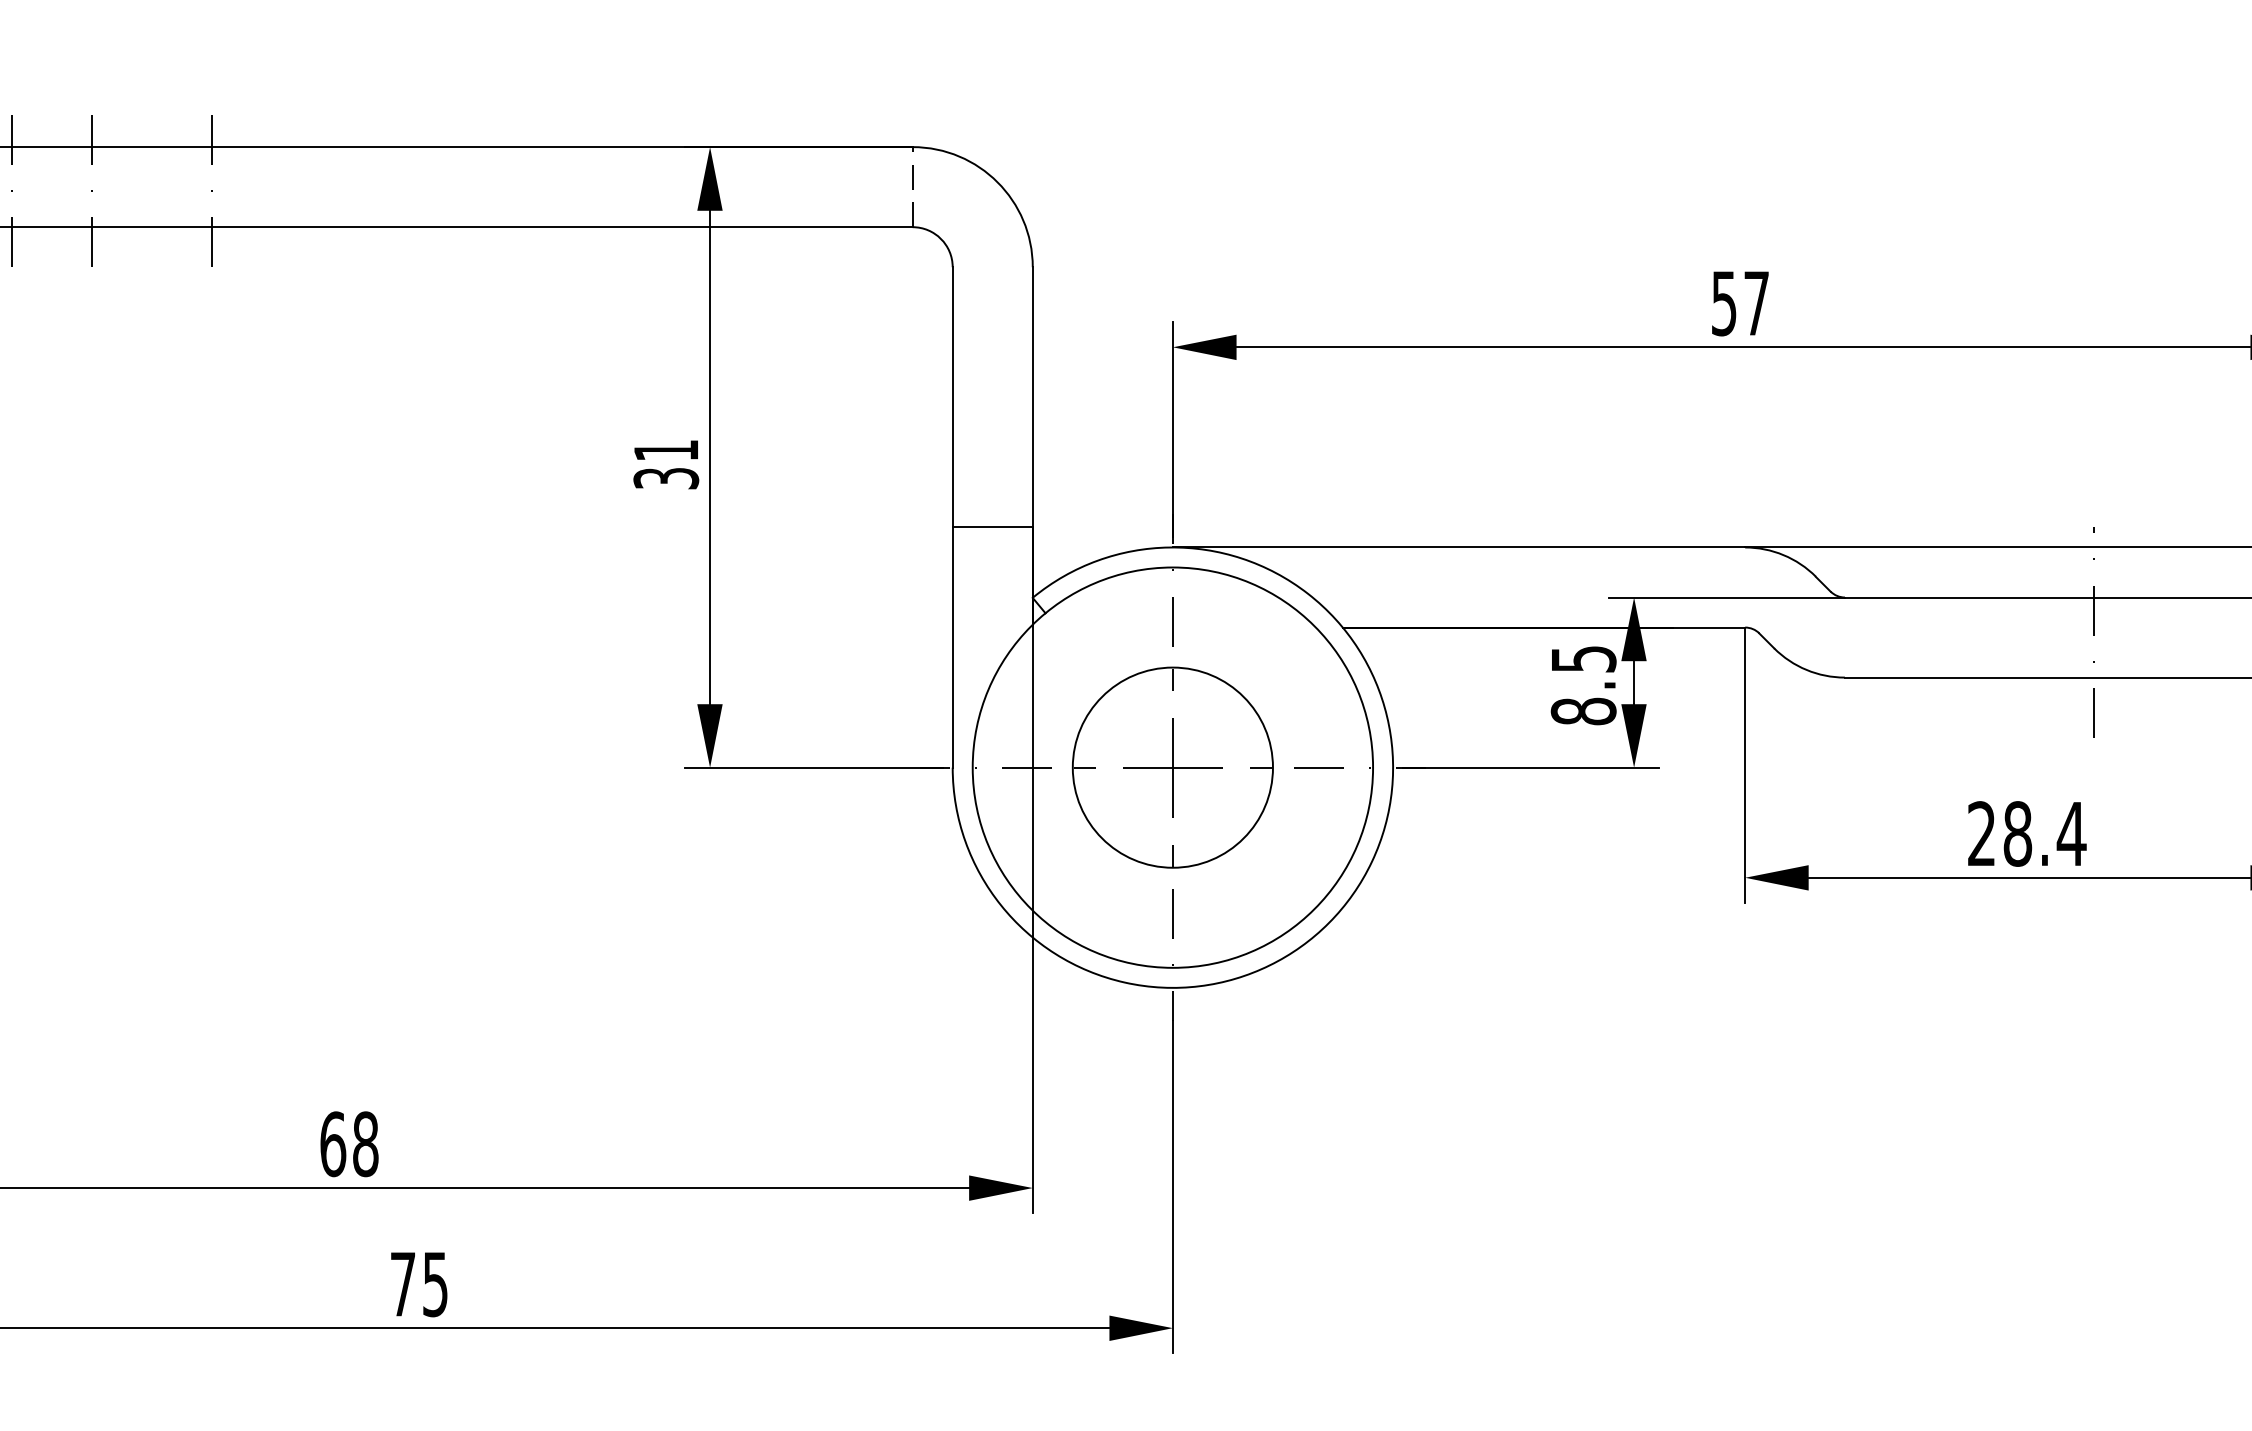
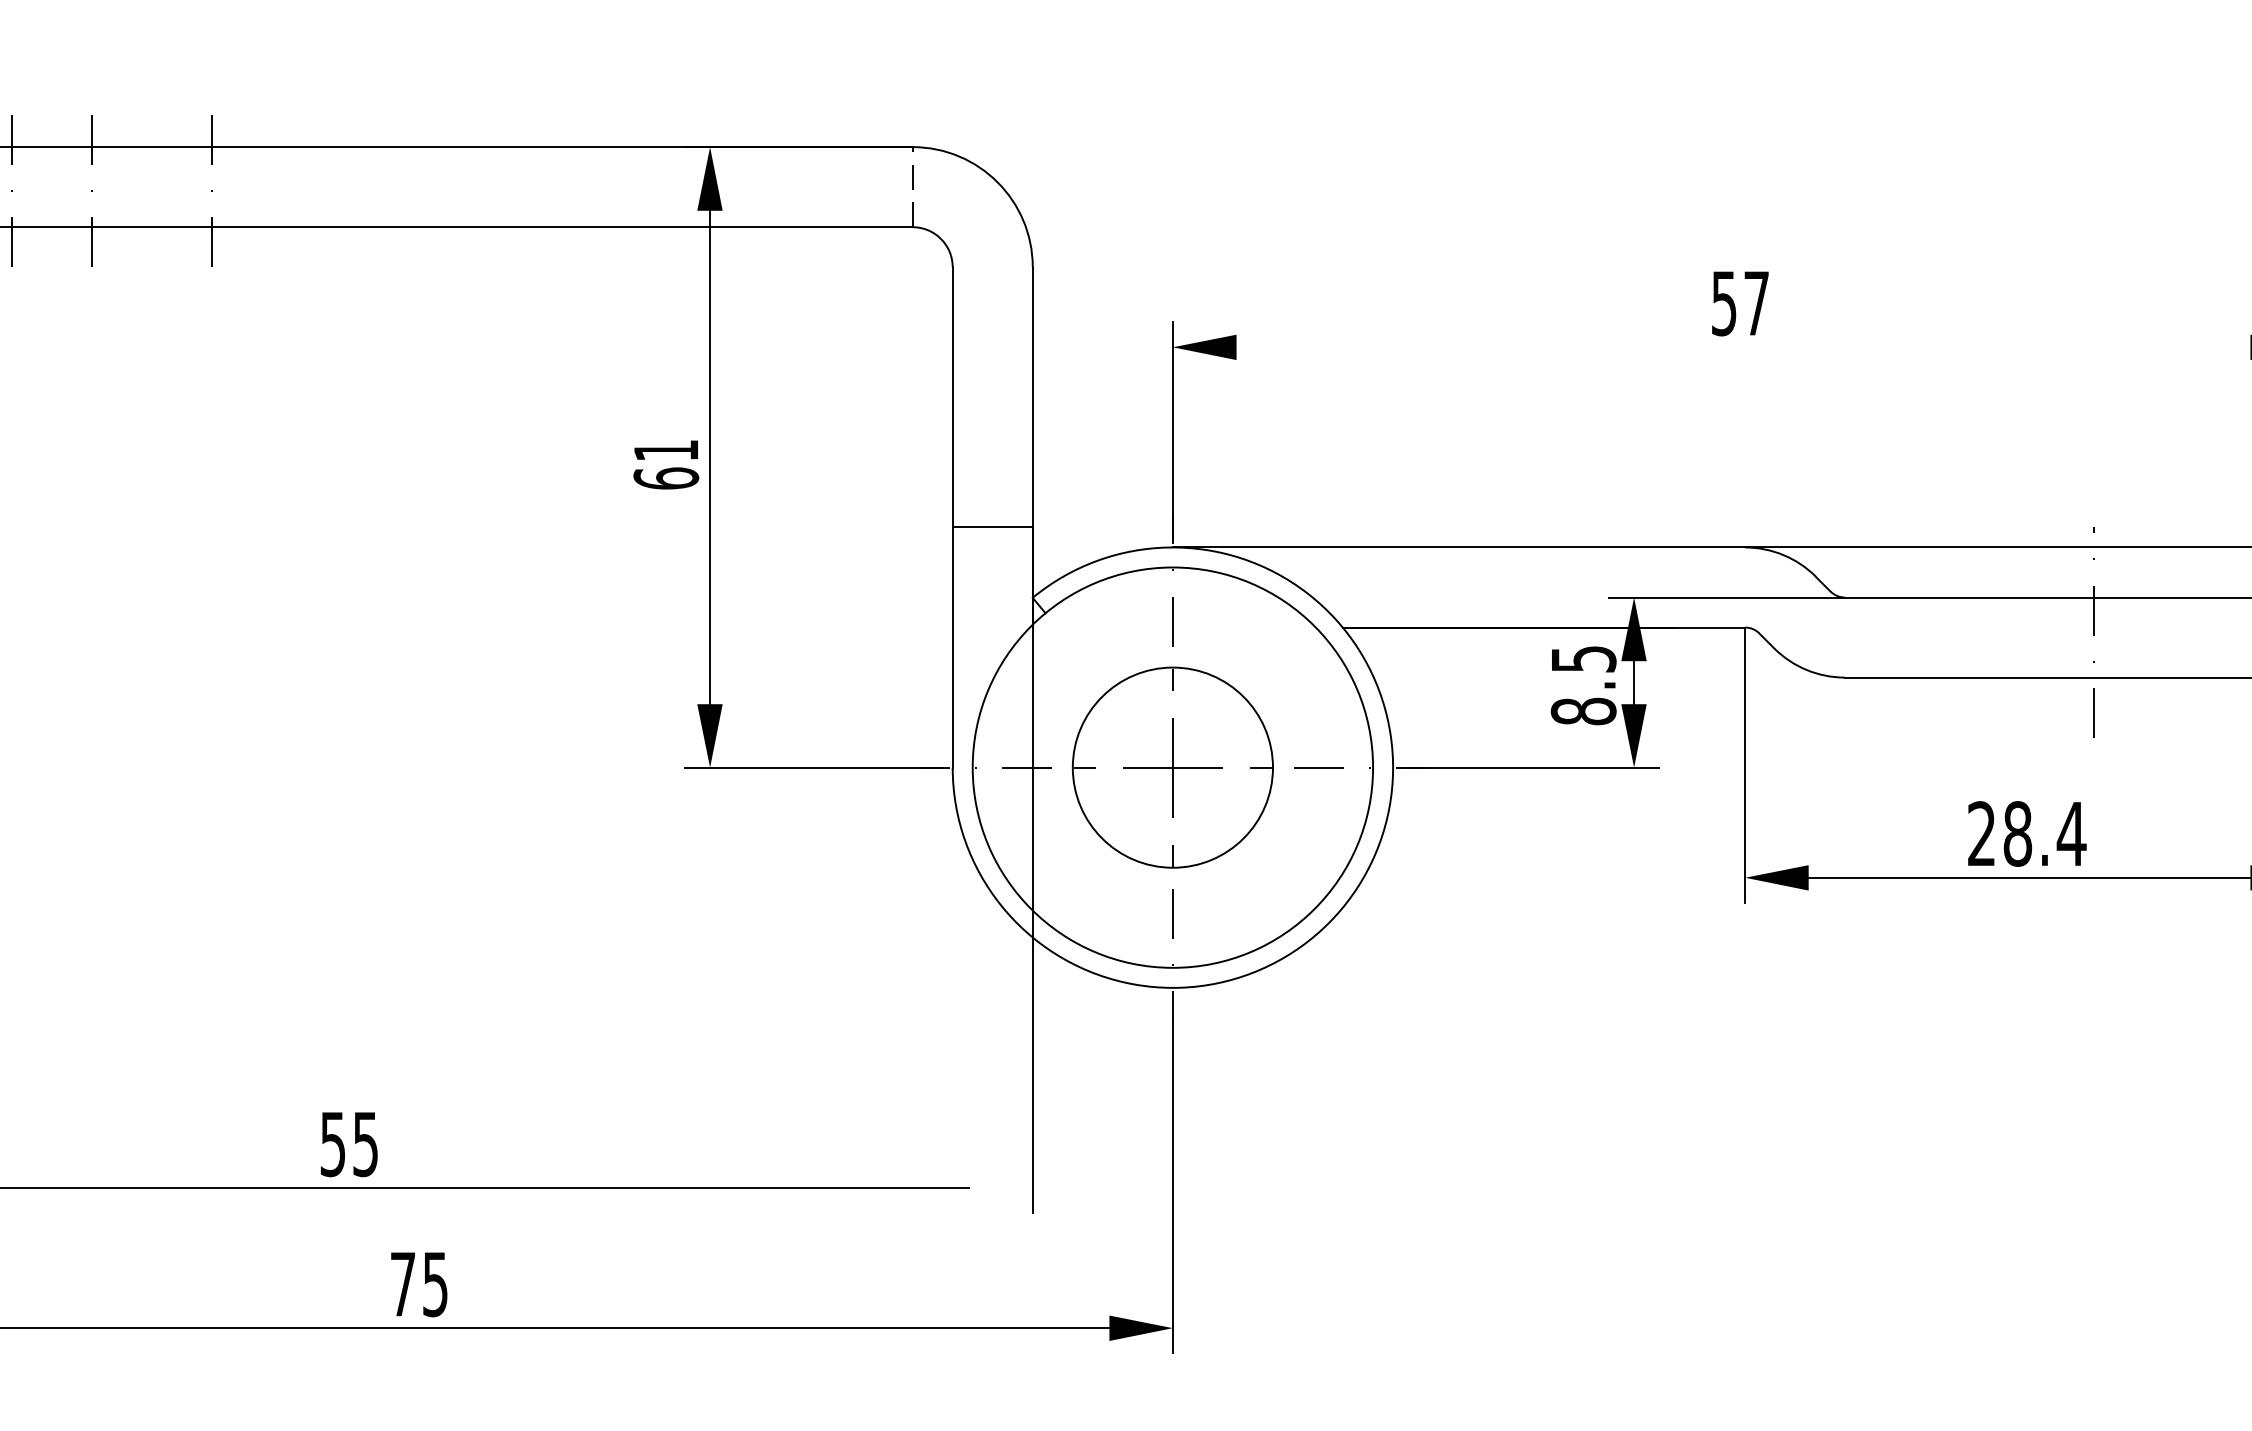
line at (1742, 347): present -> none
text at (666, 478): 31 -> 61
text at (349, 1144): 68 -> 55
fill at (1000, 1187): present -> none
